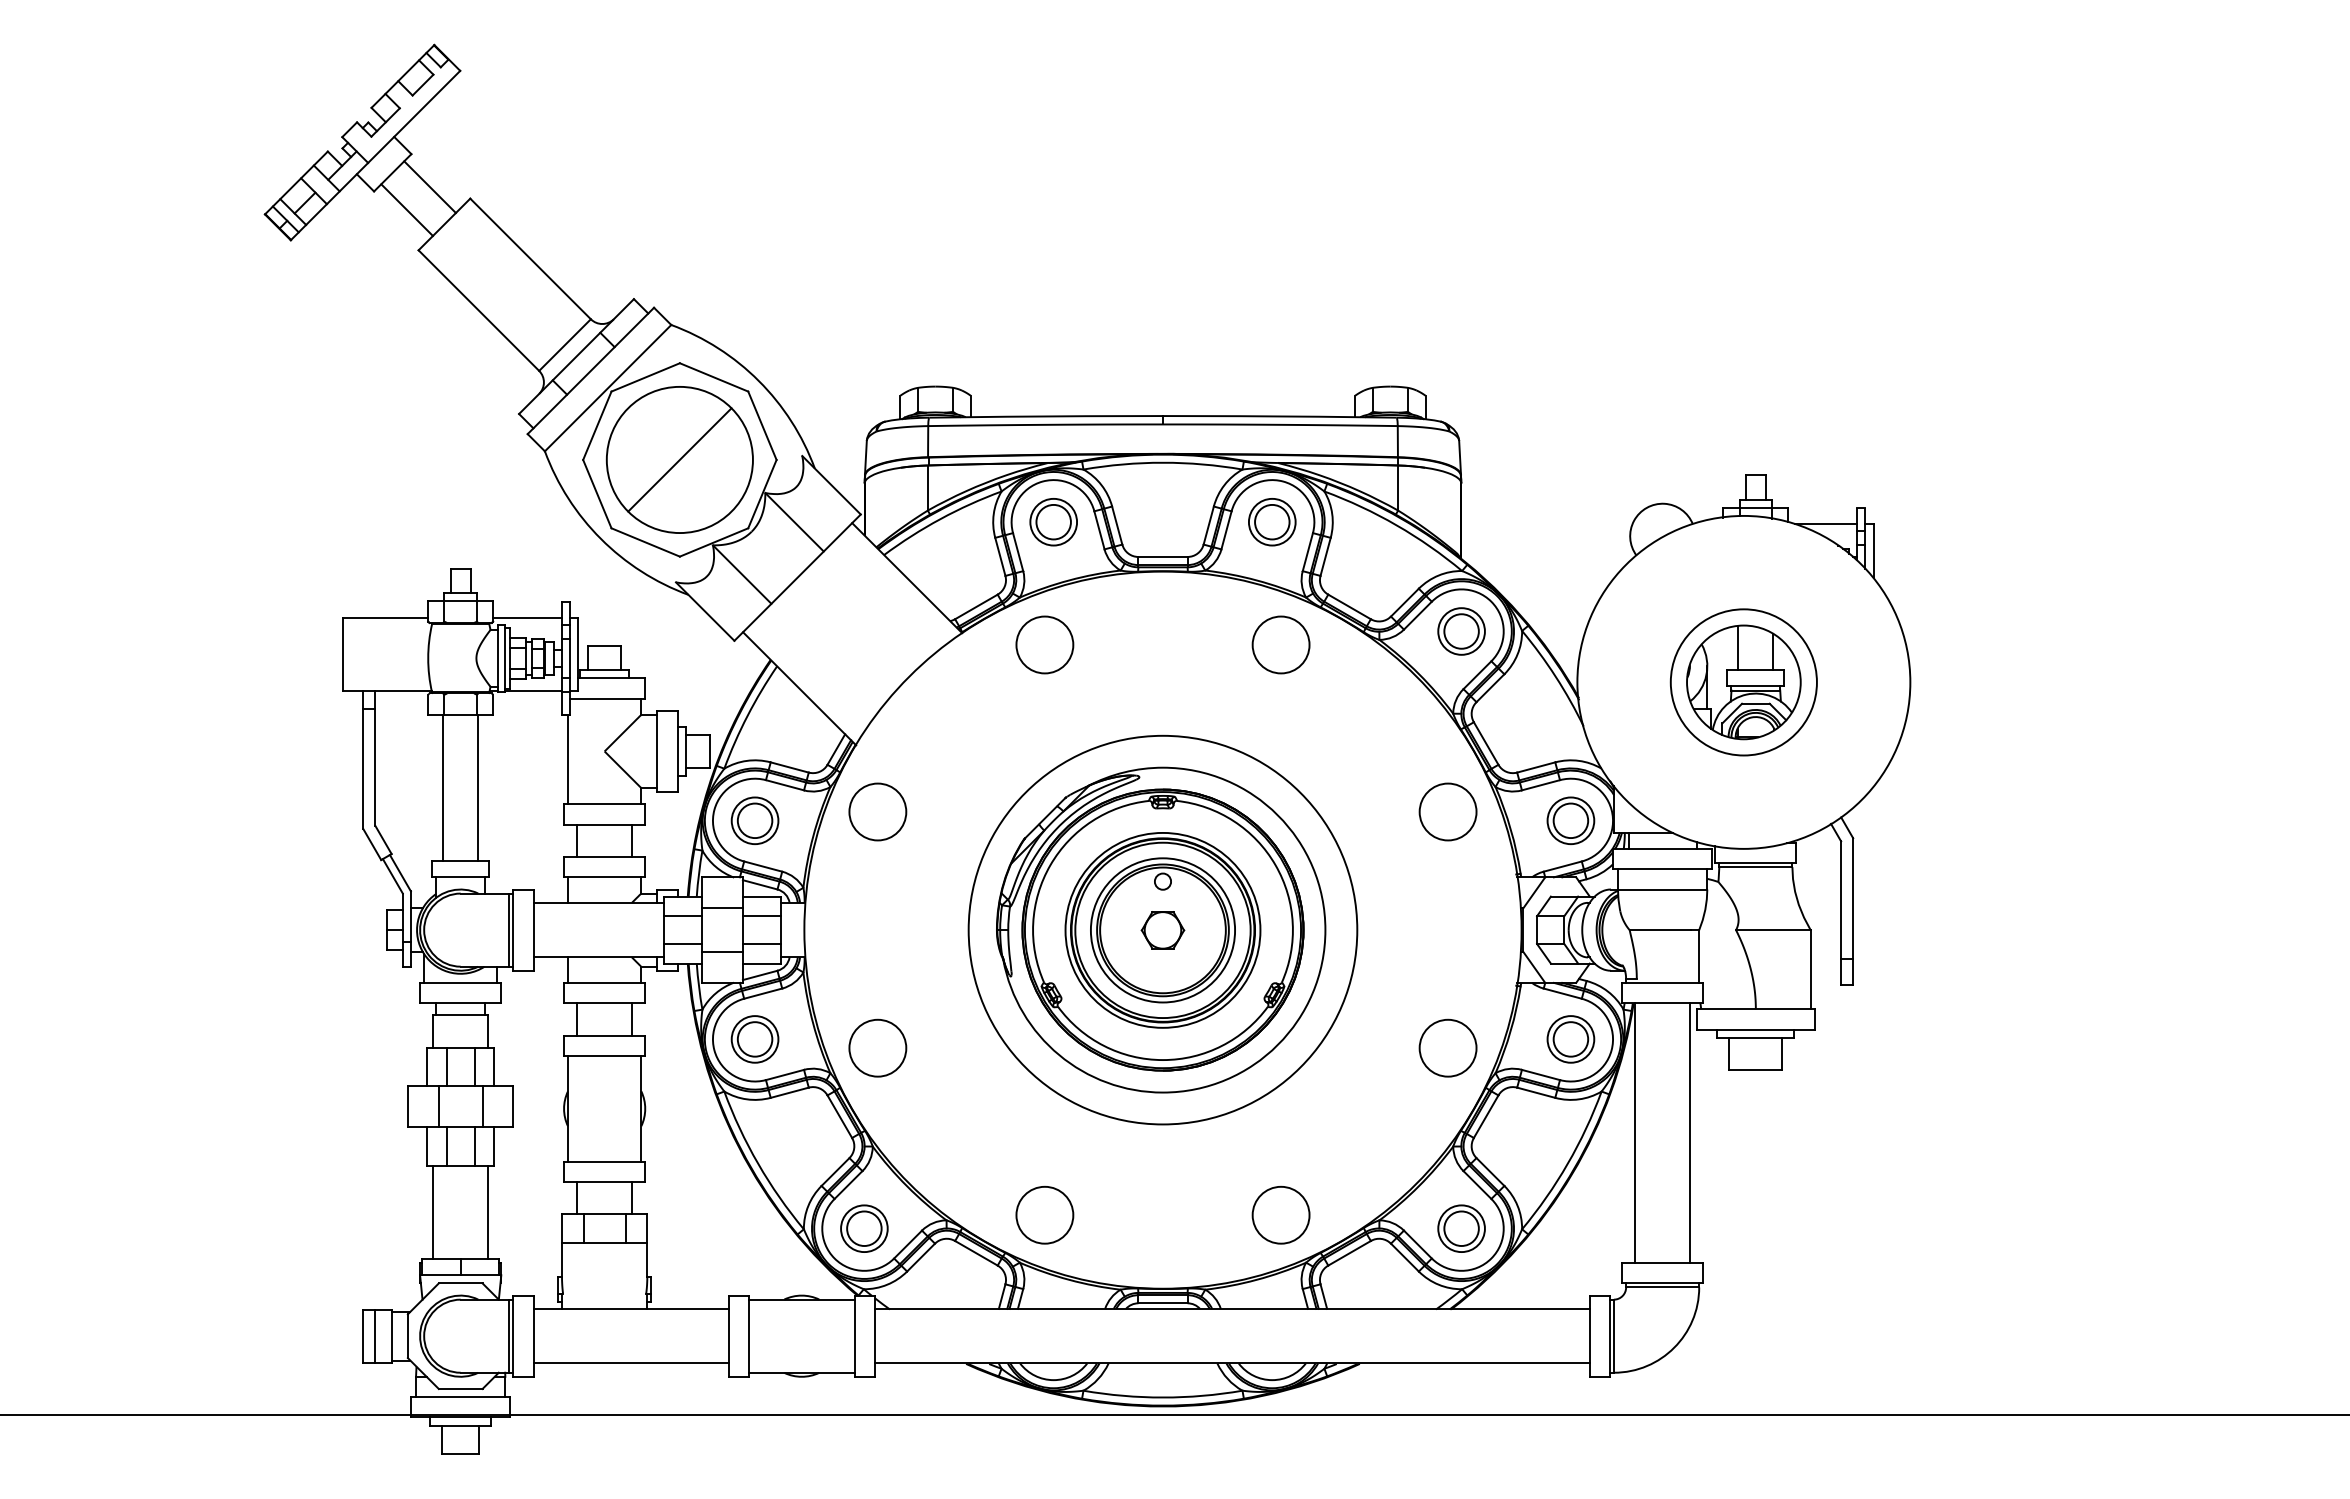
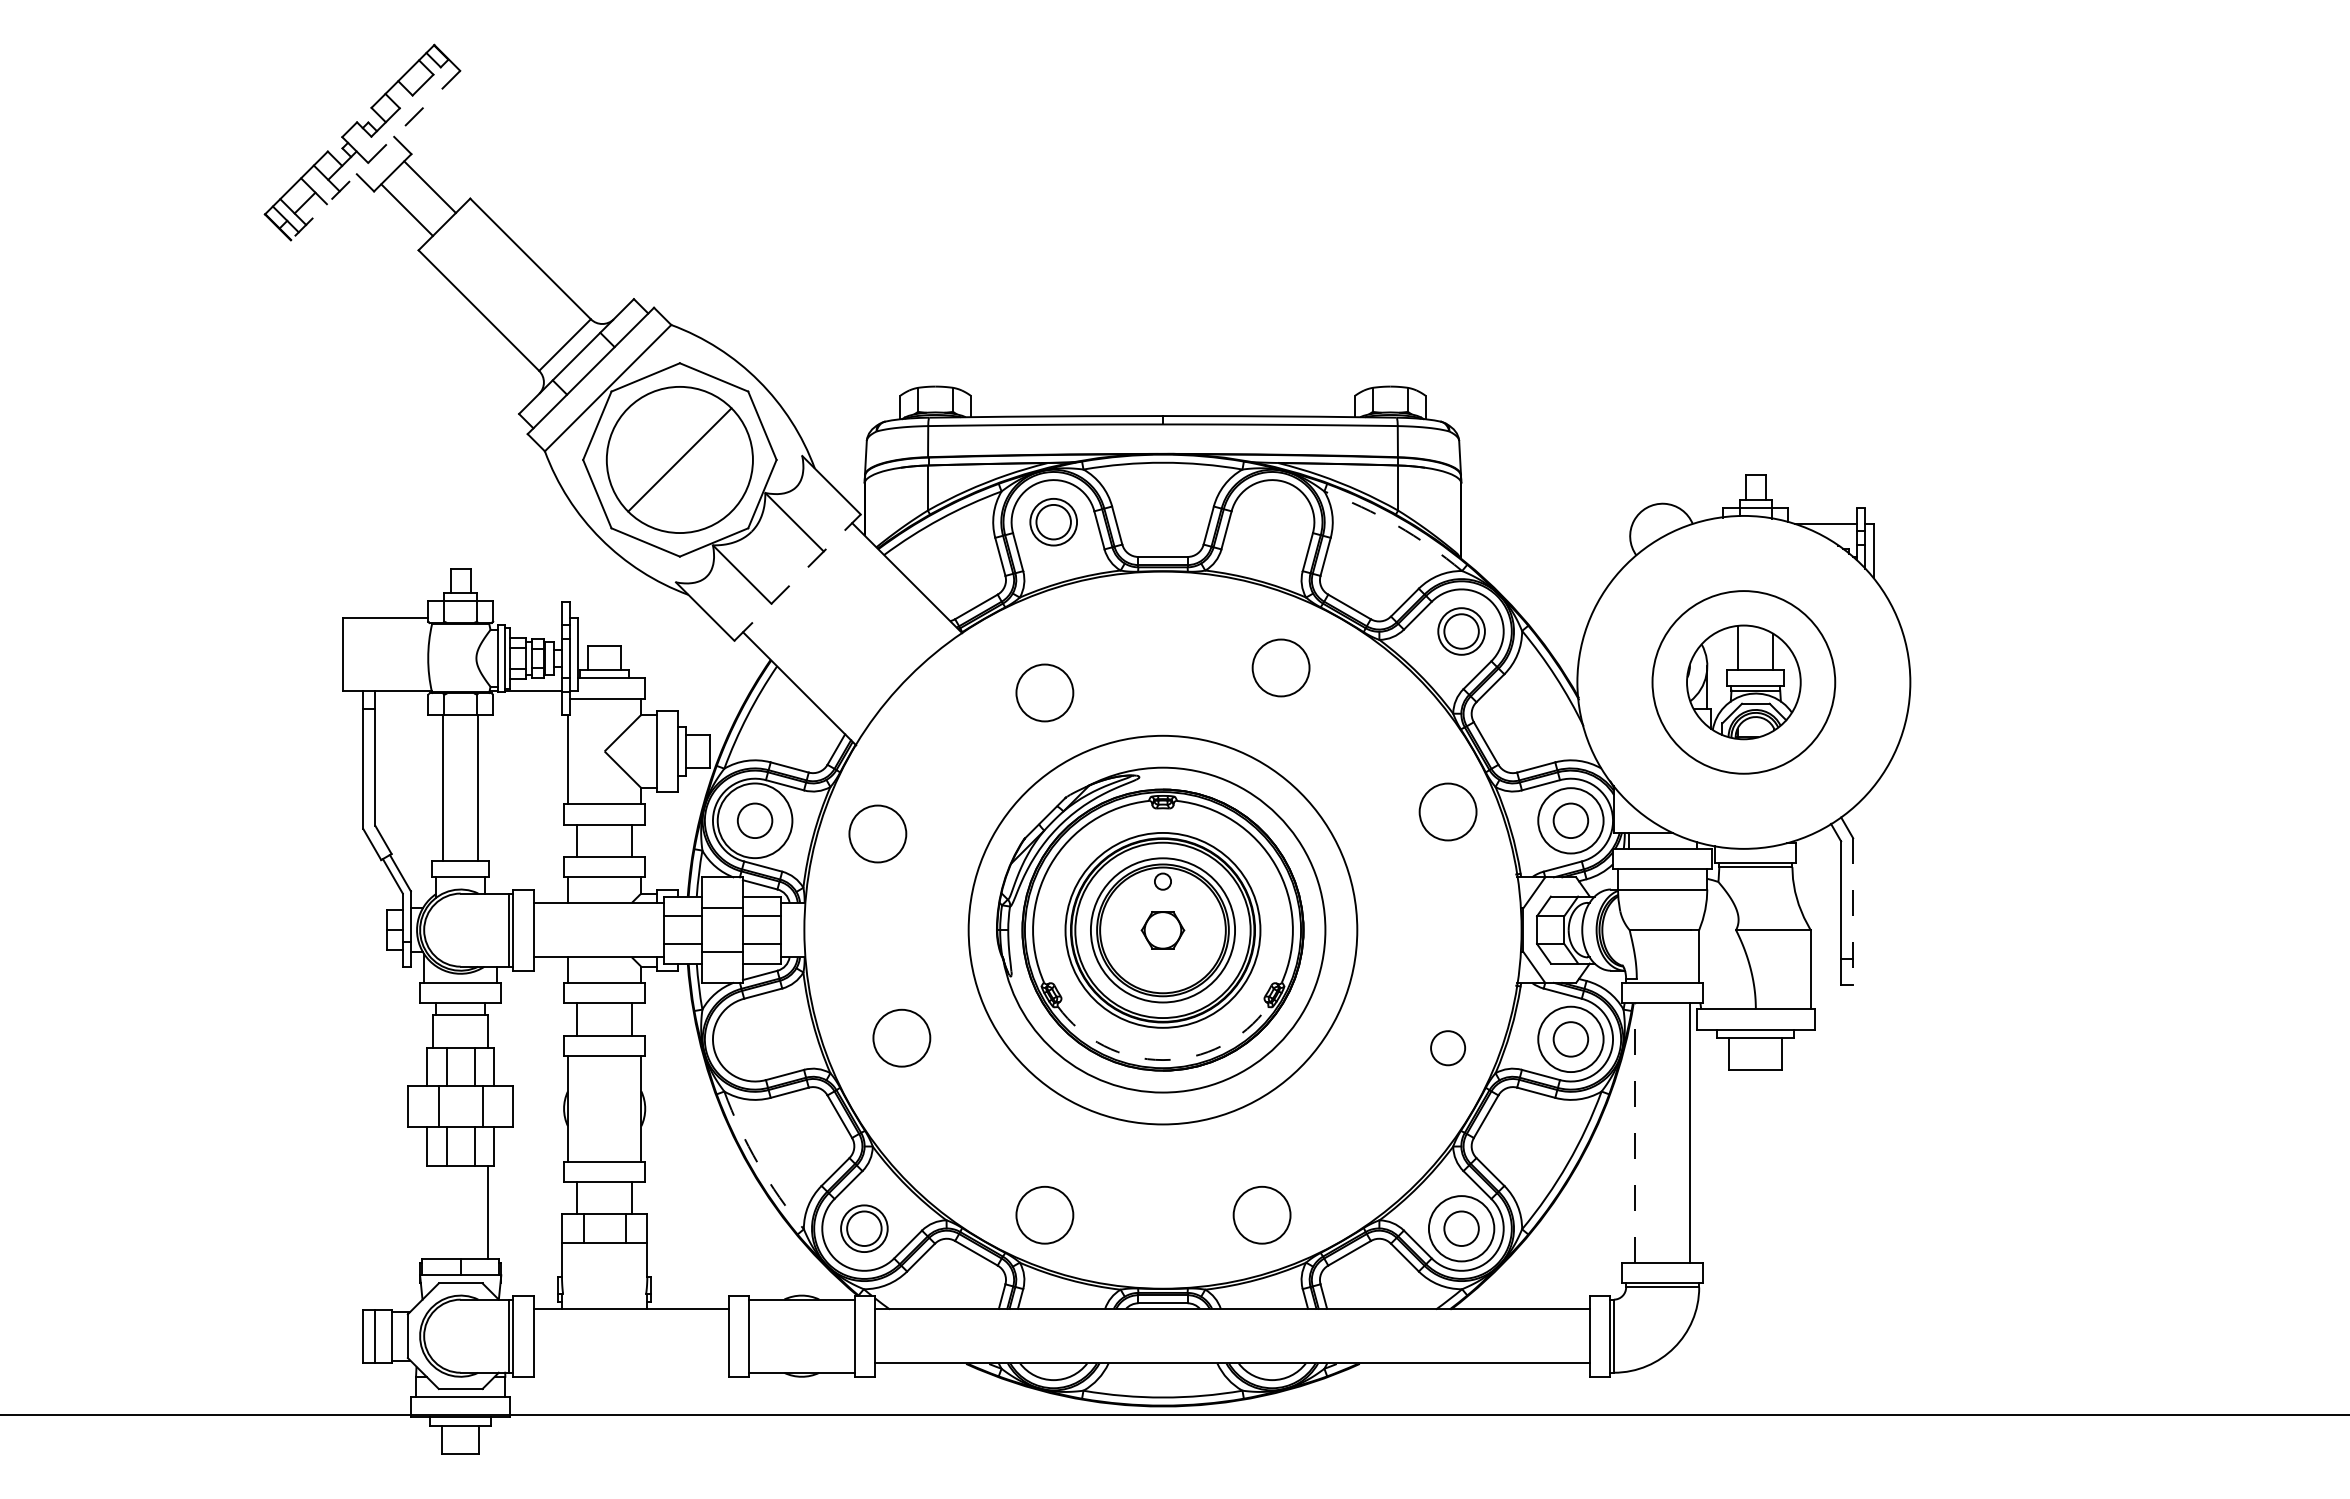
line at (375, 155): solid -> dashed
part at (1272, 522): present -> none
arc at (1396, 525): solid -> dashed
line at (797, 577): solid -> dashed
line at (527, 617): present -> none
circle at (1044, 644) position: (1044, 644) -> (1044, 692)
circle at (1280, 644) position: (1280, 644) -> (1280, 667)
circle at (1743, 682) diameter: 146 px -> 183 px
circle at (877, 811) position: (877, 811) -> (877, 833)
circle at (754, 820) diameter: 47 px -> 75 px
circle at (1570, 820) diameter: 47 px -> 65 px
line at (1853, 912): solid -> dashed
part at (754, 1039): present -> none
circle at (1570, 1039) diameter: 47 px -> 65 px
circle at (877, 1047) position: (877, 1047) -> (901, 1037)
circle at (1447, 1047) diameter: 57 px -> 34 px
arc at (1162, 1060): solid -> dashed
line at (1635, 1133): solid -> dashed
arc at (758, 1163): solid -> dashed
line at (433, 1212): present -> none
circle at (1280, 1214) position: (1280, 1214) -> (1261, 1214)
circle at (1461, 1228) diameter: 47 px -> 65 px
line at (630, 1363): present -> none
